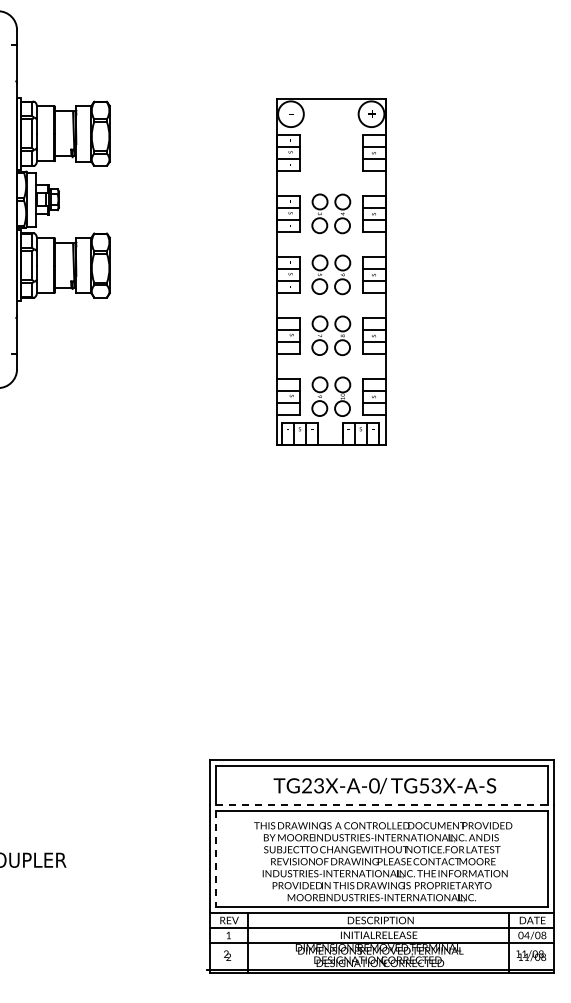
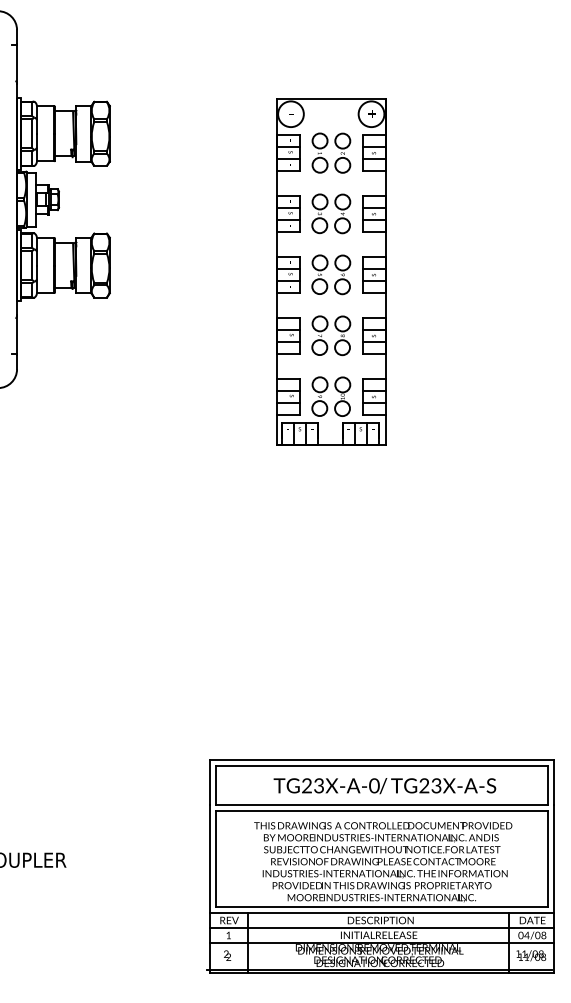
part at (326, 146): none -> present
text at (424, 785): TG53X-A-S -> TG23X-A-S
line at (382, 805): dashed -> solid
line at (215, 859): dashed -> solid
